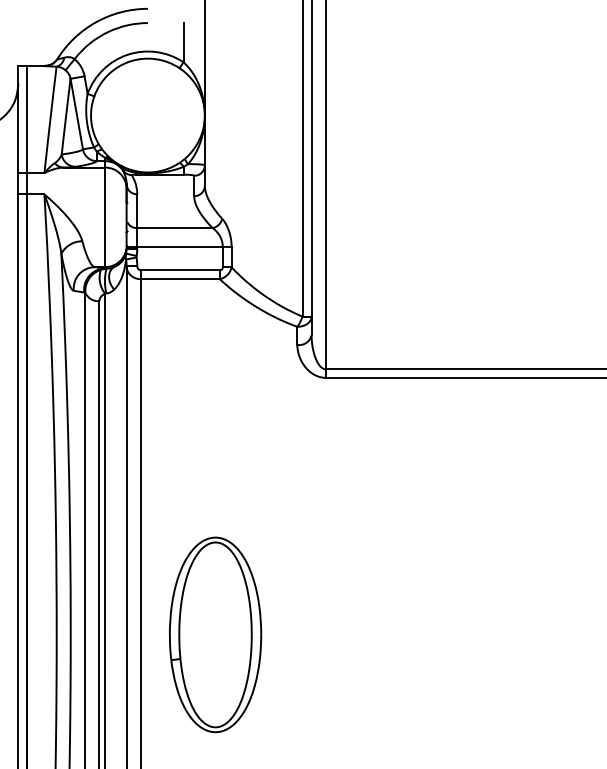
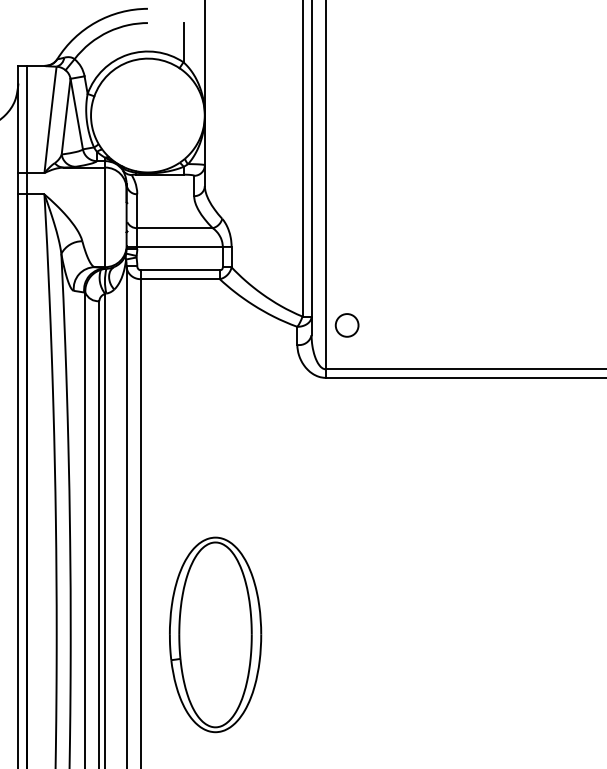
circle at (346, 325): none -> present
